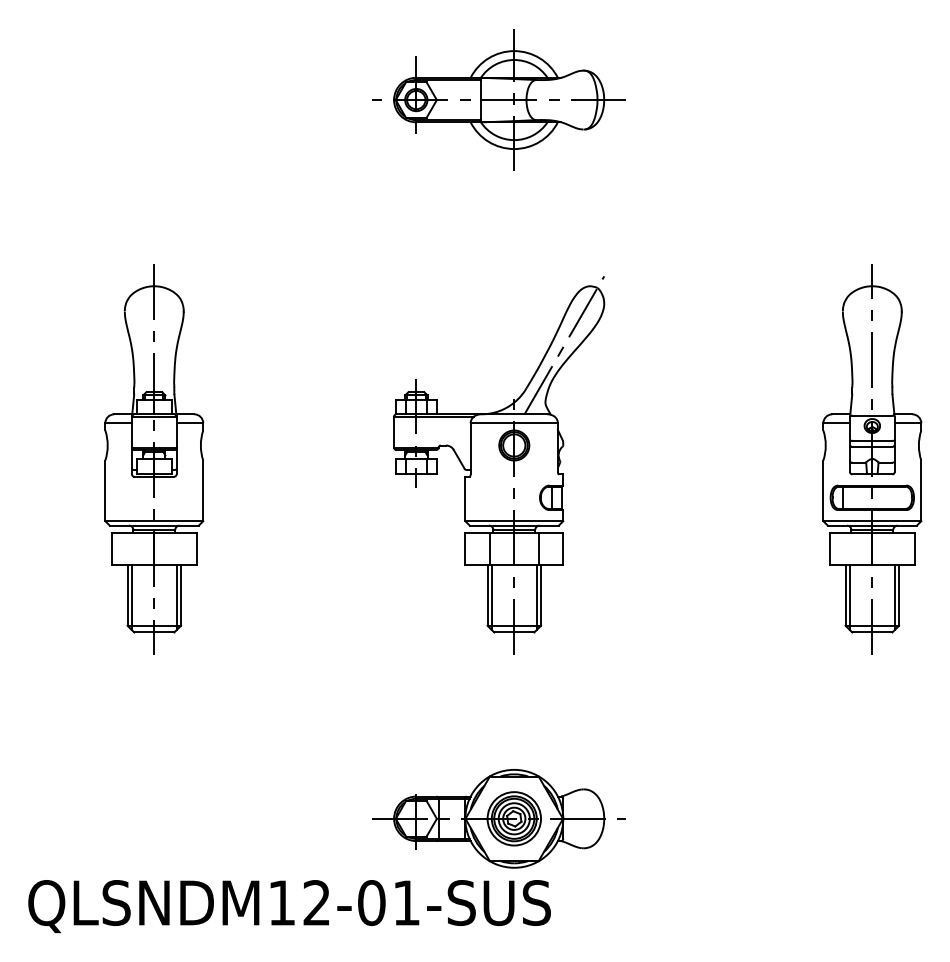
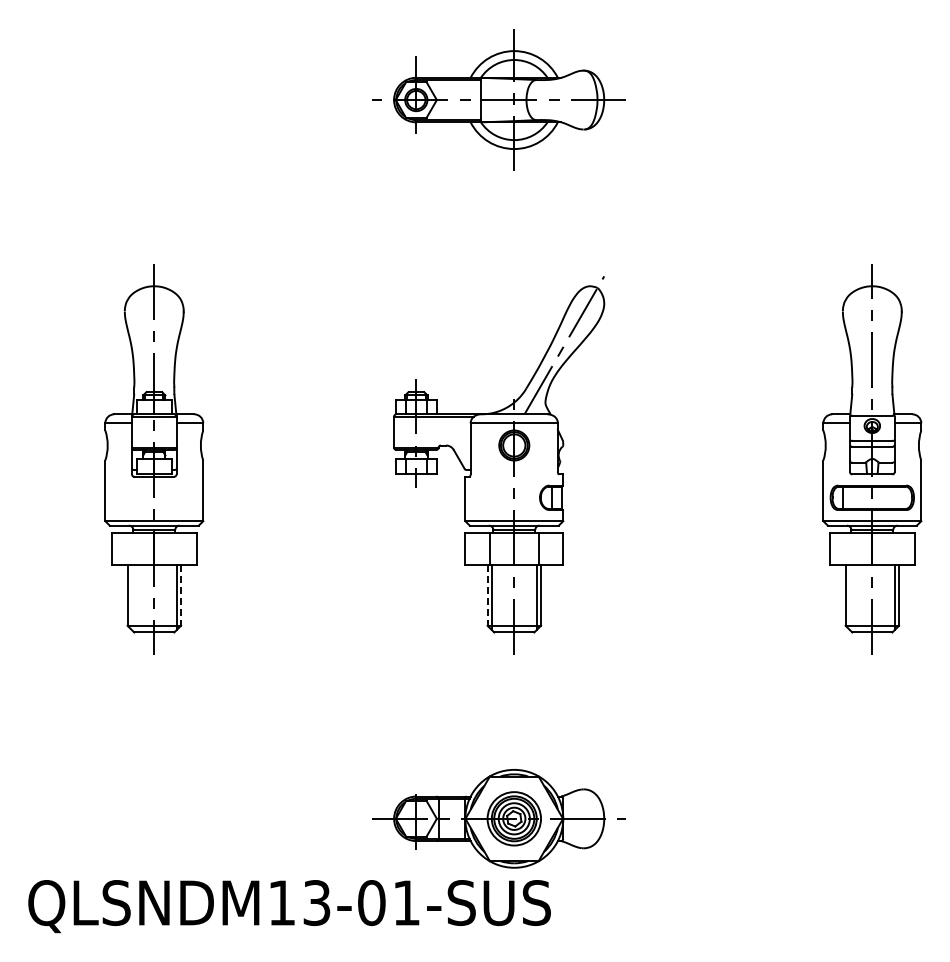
line at (181, 595): solid -> dashed
line at (487, 595): solid -> dashed
line at (131, 597): present -> none
line at (849, 597): present -> none
text at (316, 903): QLSNDM12-01-SUS -> QLSNDM13-01-SUS
